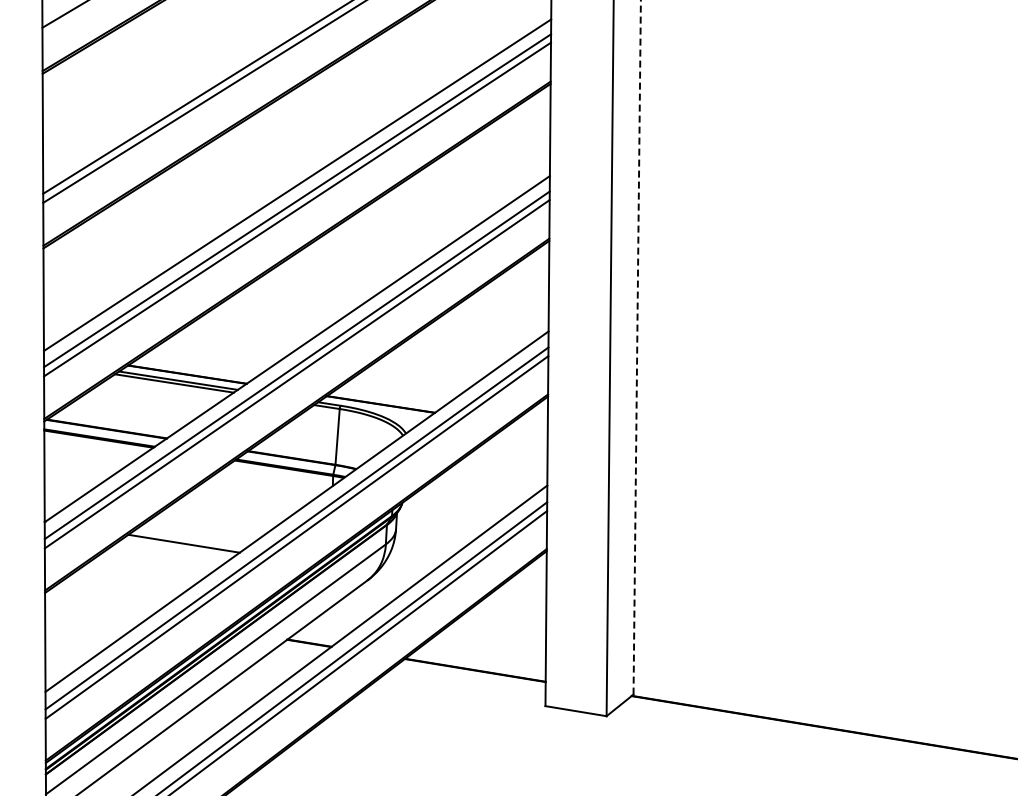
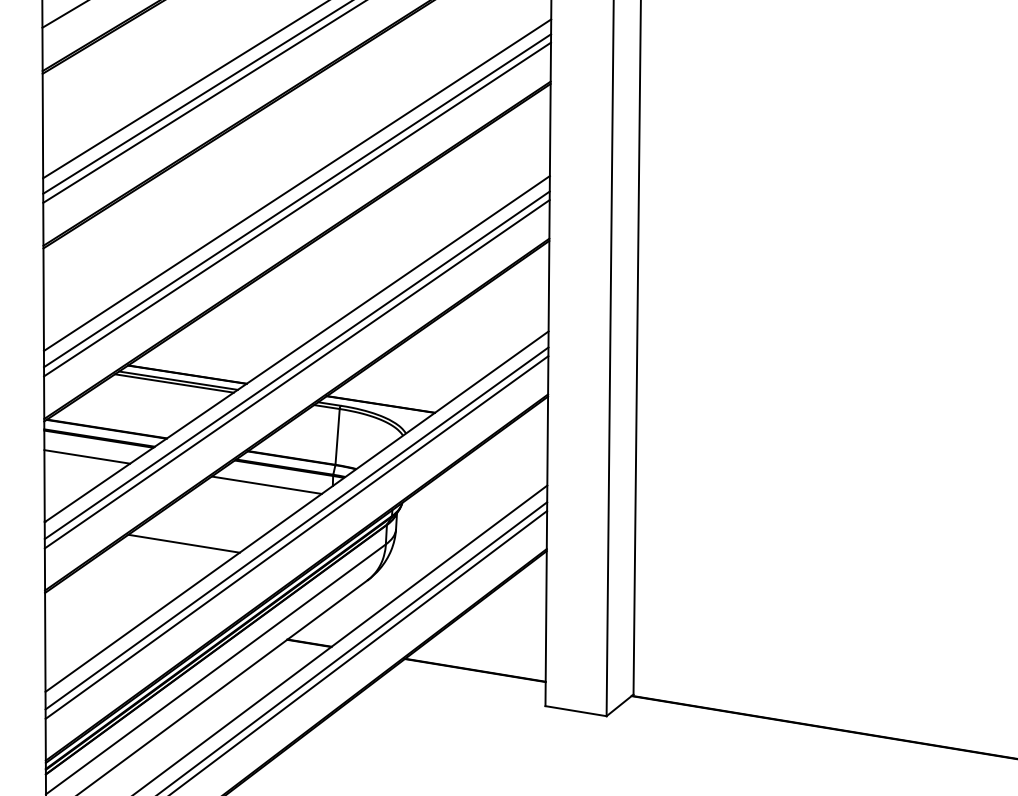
line at (184, 90): none -> present
line at (637, 347): dashed -> solid
line at (87, 456): none -> present
line at (266, 484): none -> present
